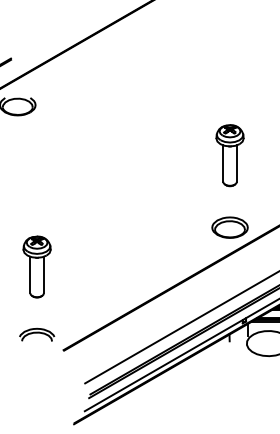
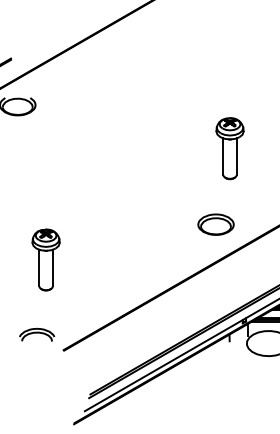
part at (229, 155) position: (229, 155) -> (229, 148)
part at (229, 227) position: (229, 227) -> (215, 224)
part at (36, 266) position: (36, 266) -> (45, 259)
line at (180, 327): present -> none
